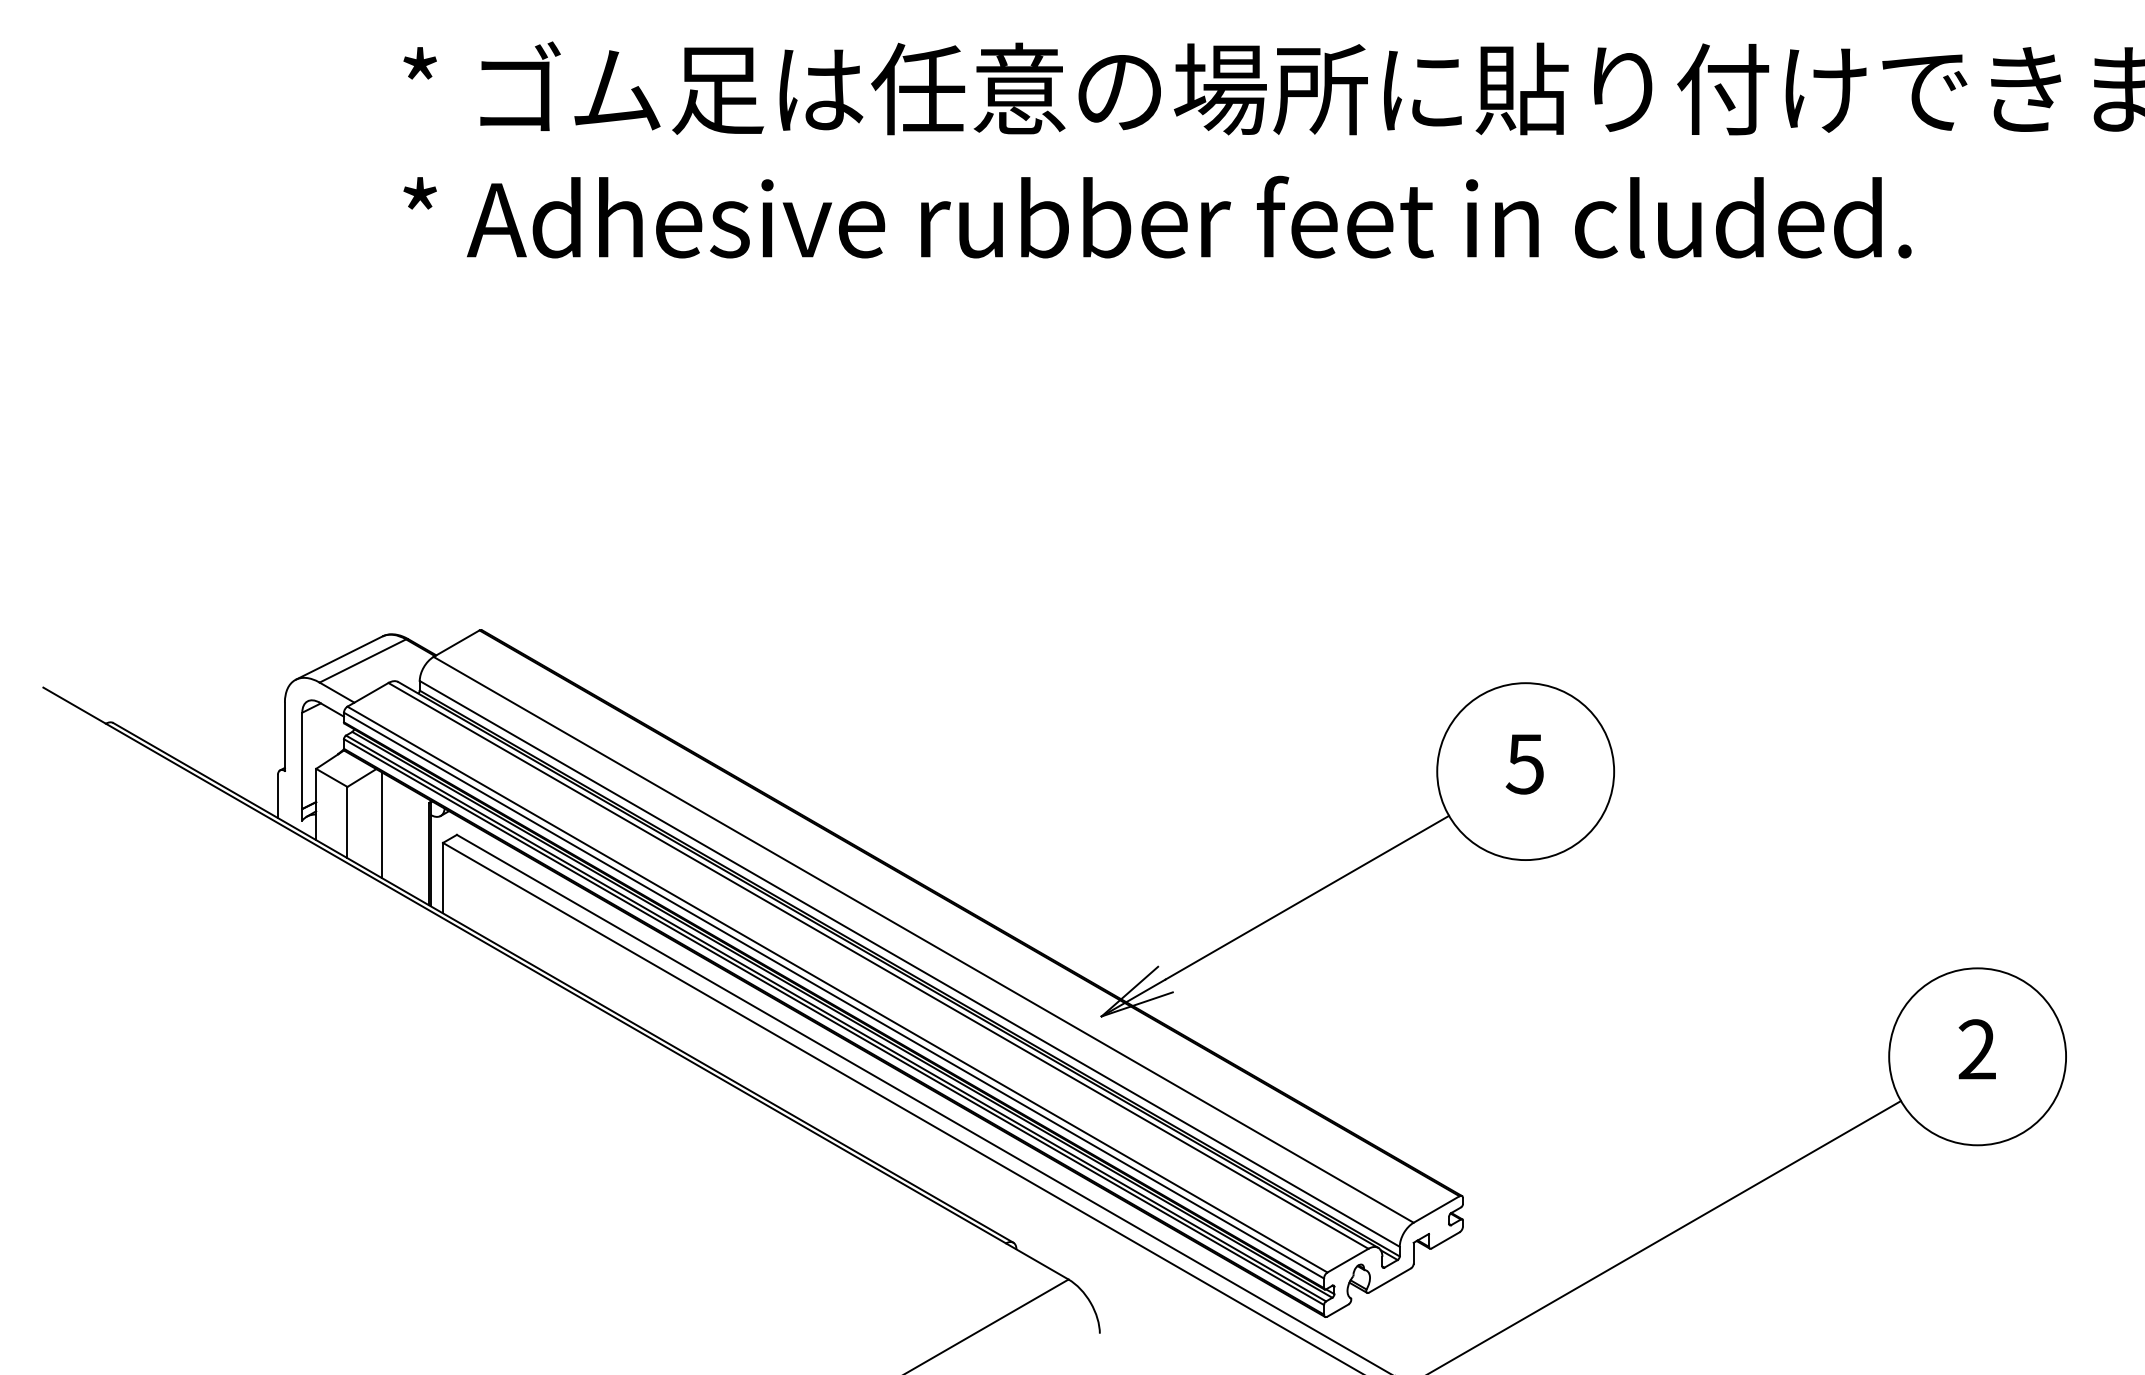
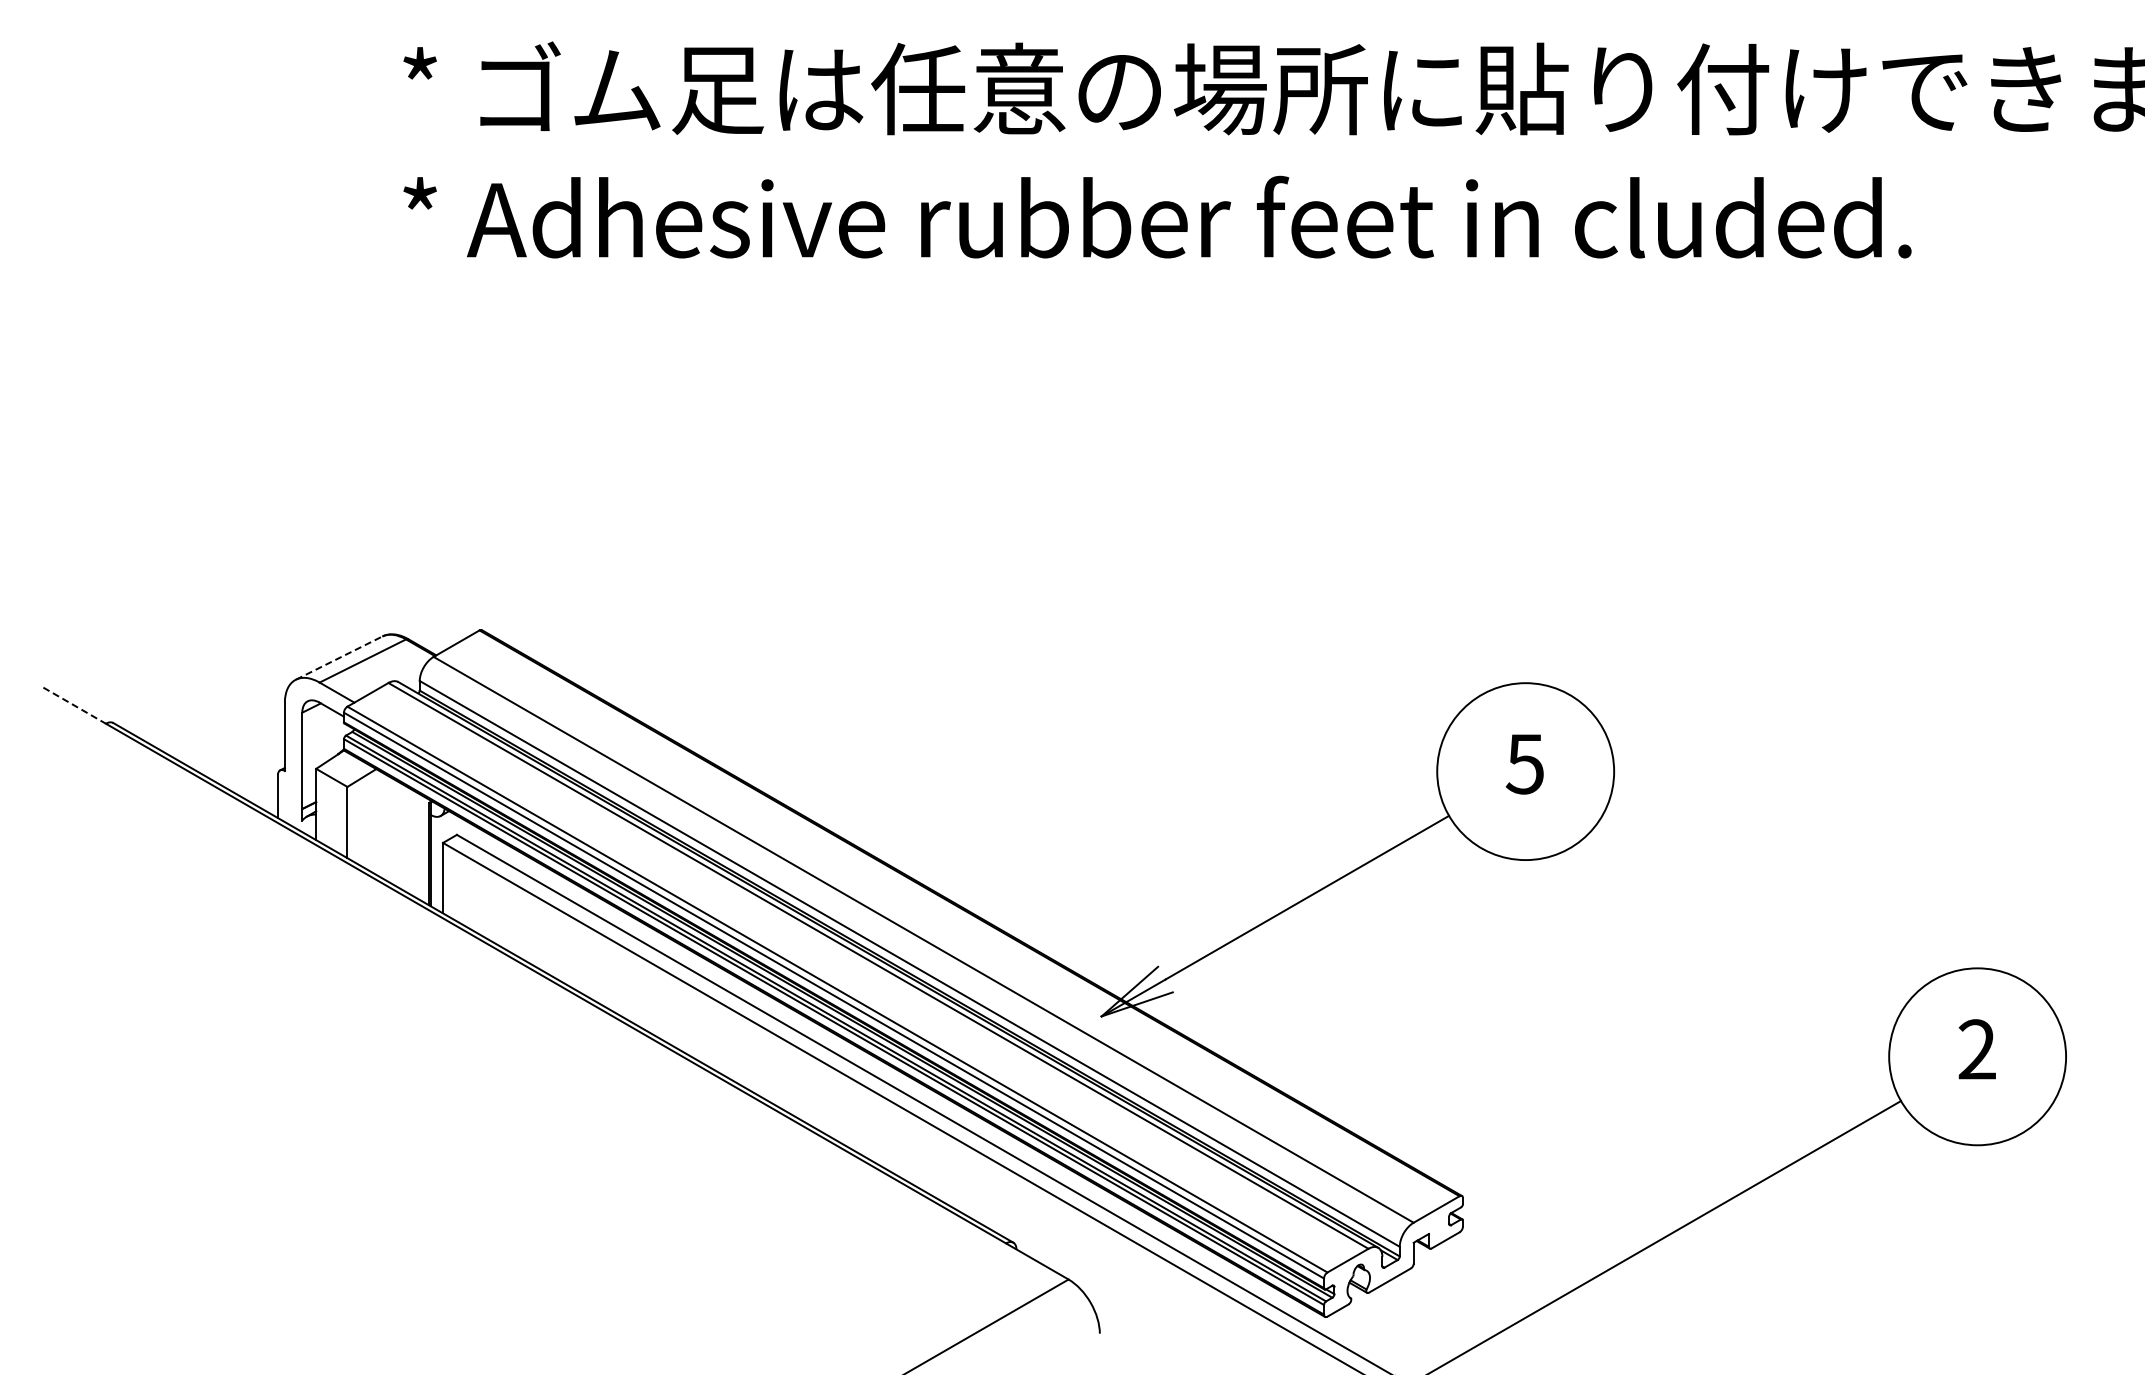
line at (339, 657): solid -> dashed
line at (75, 705): solid -> dashed
line at (382, 825): present -> none
